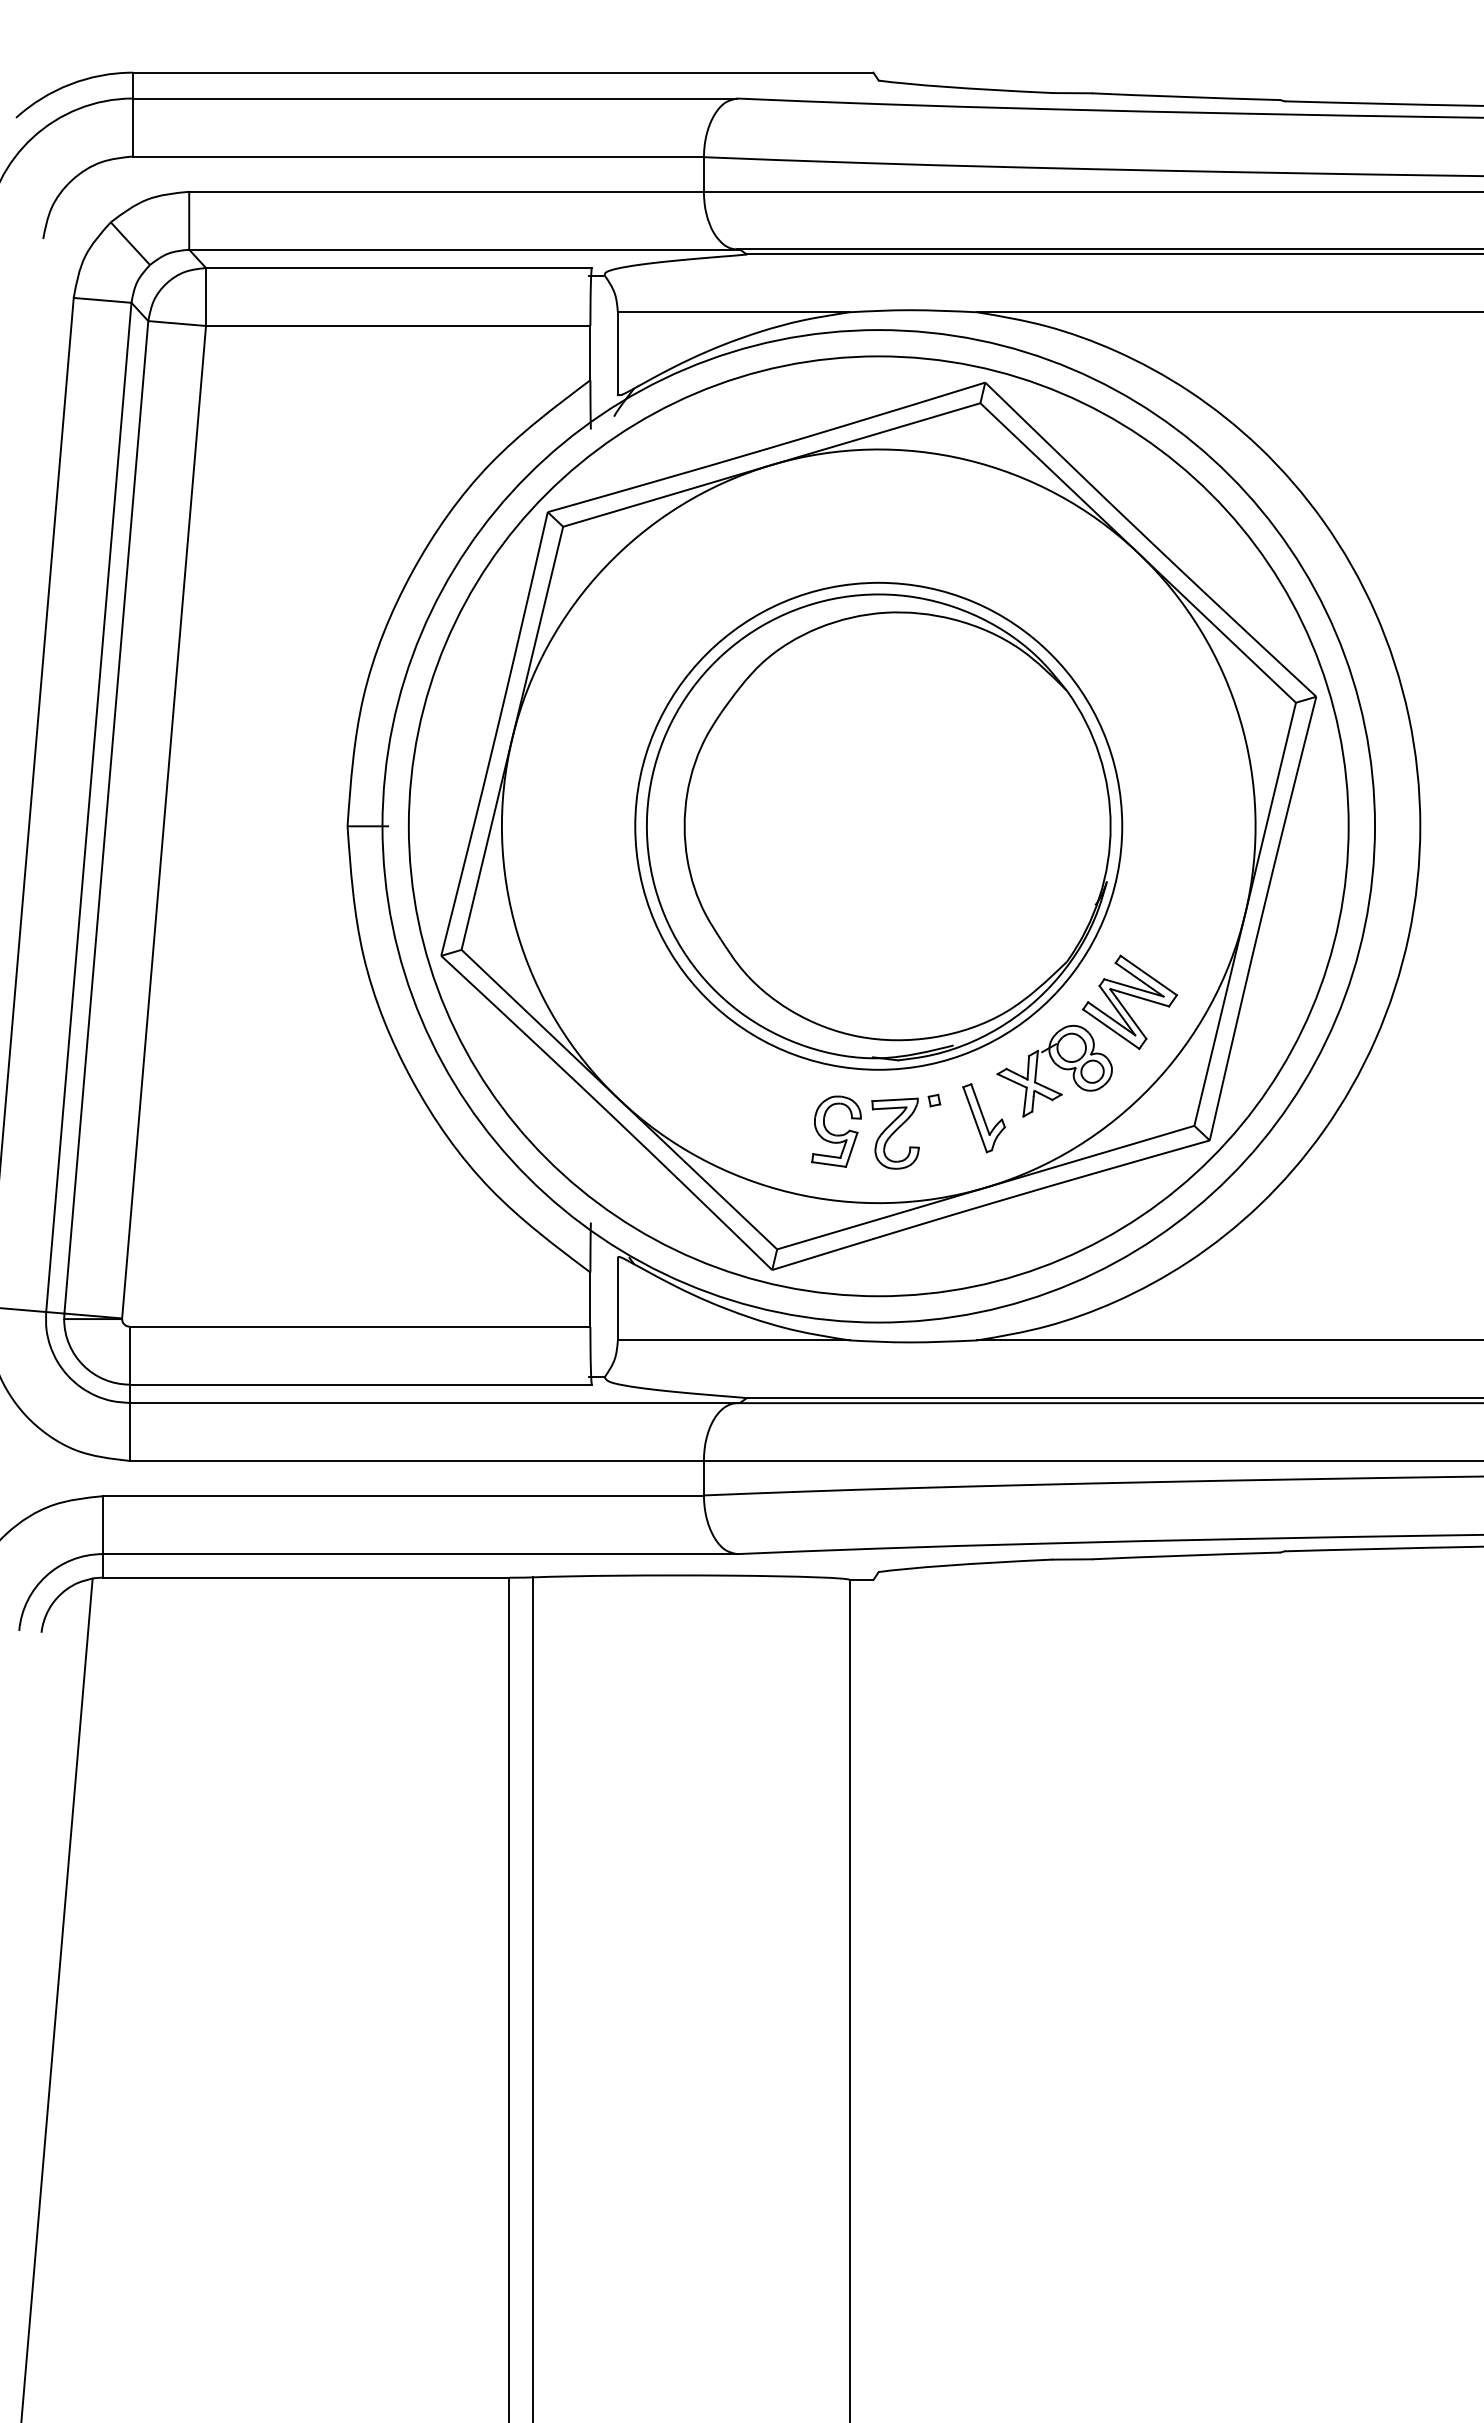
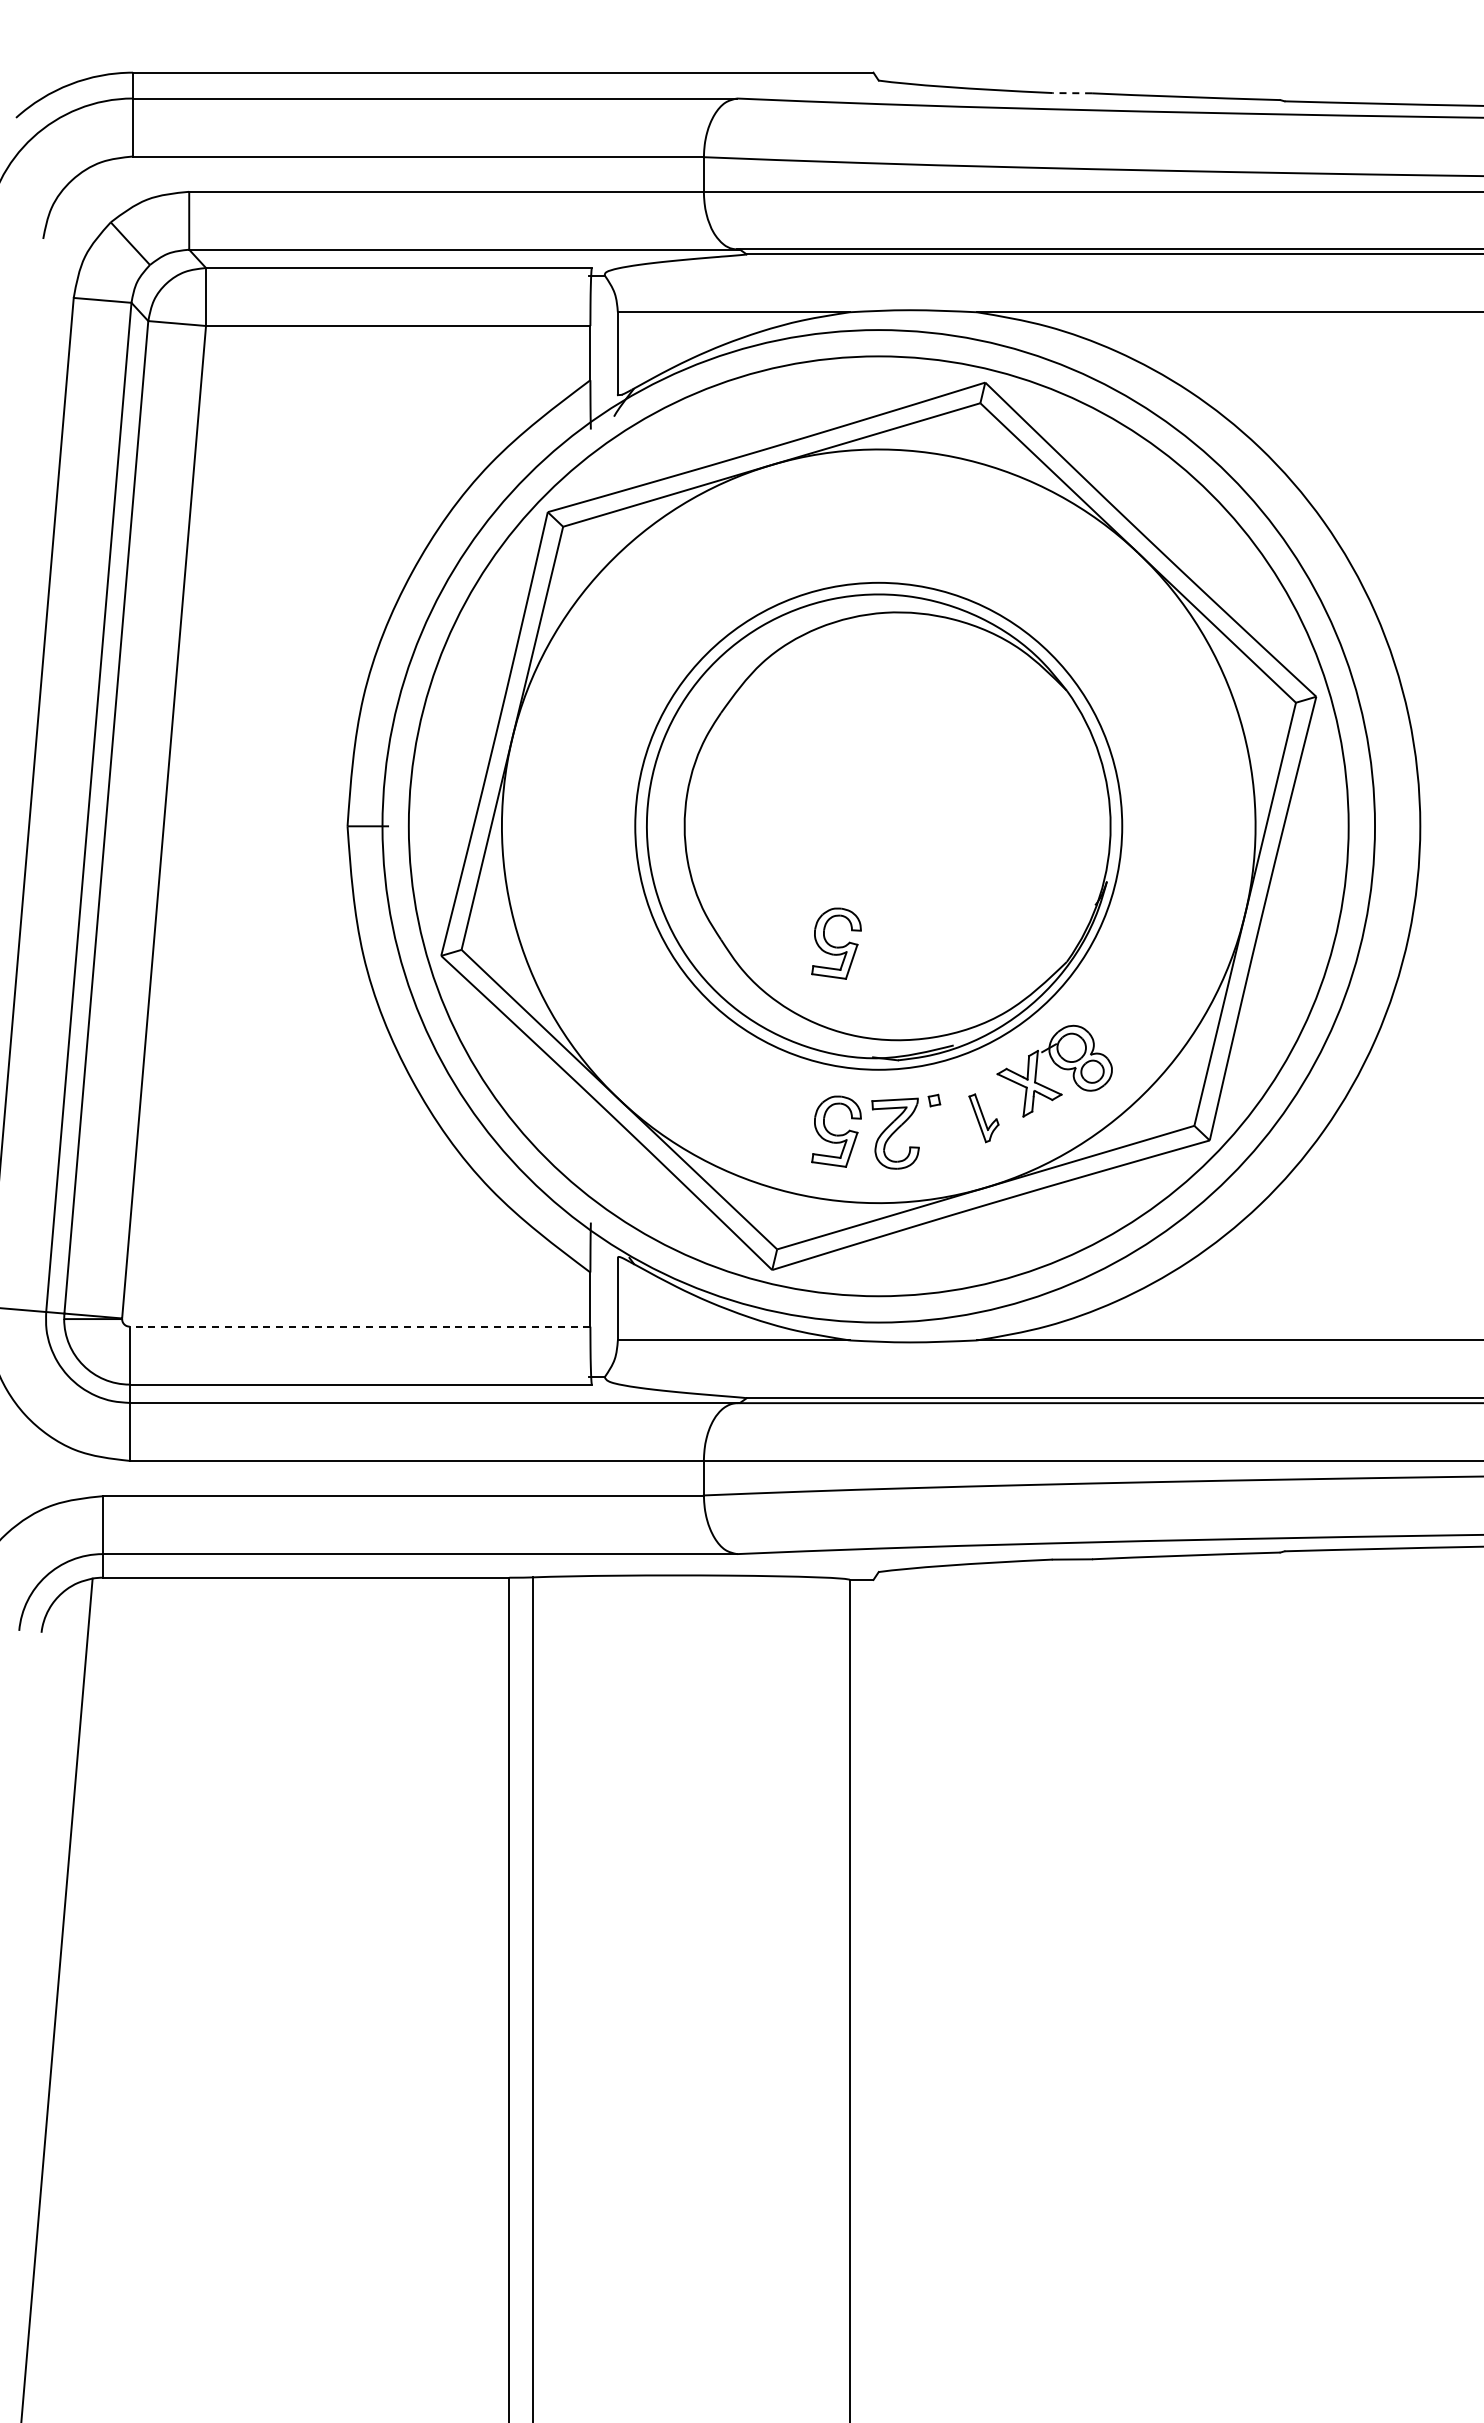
line at (1072, 93): solid -> dashed
part at (836, 943): none -> present
part at (1129, 1001): present -> none
part at (983, 1118) size: 44x71 px -> 32x51 px
line at (359, 1326): solid -> dashed
